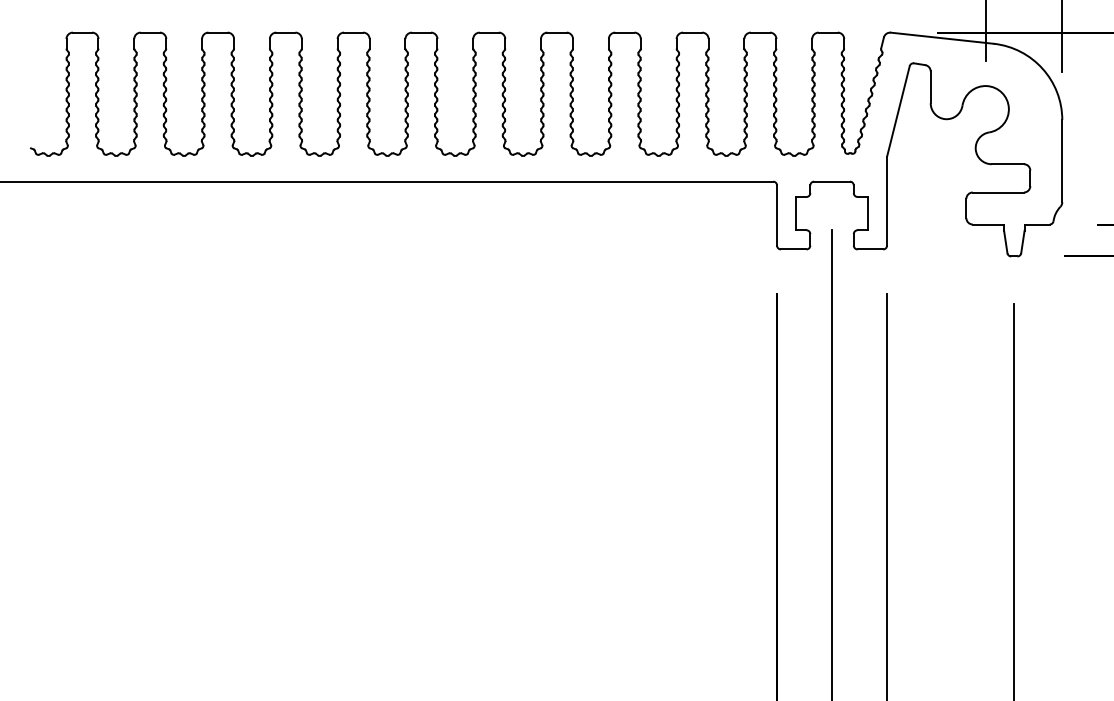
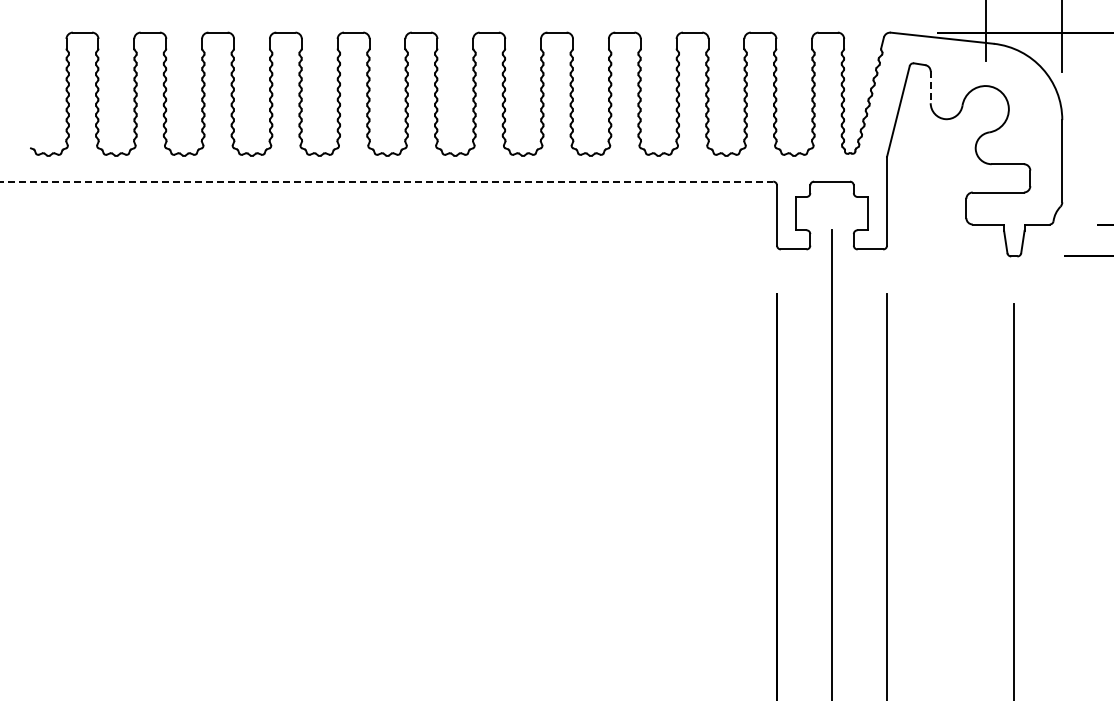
line at (930, 87): solid -> dashed
line at (387, 181): solid -> dashed
